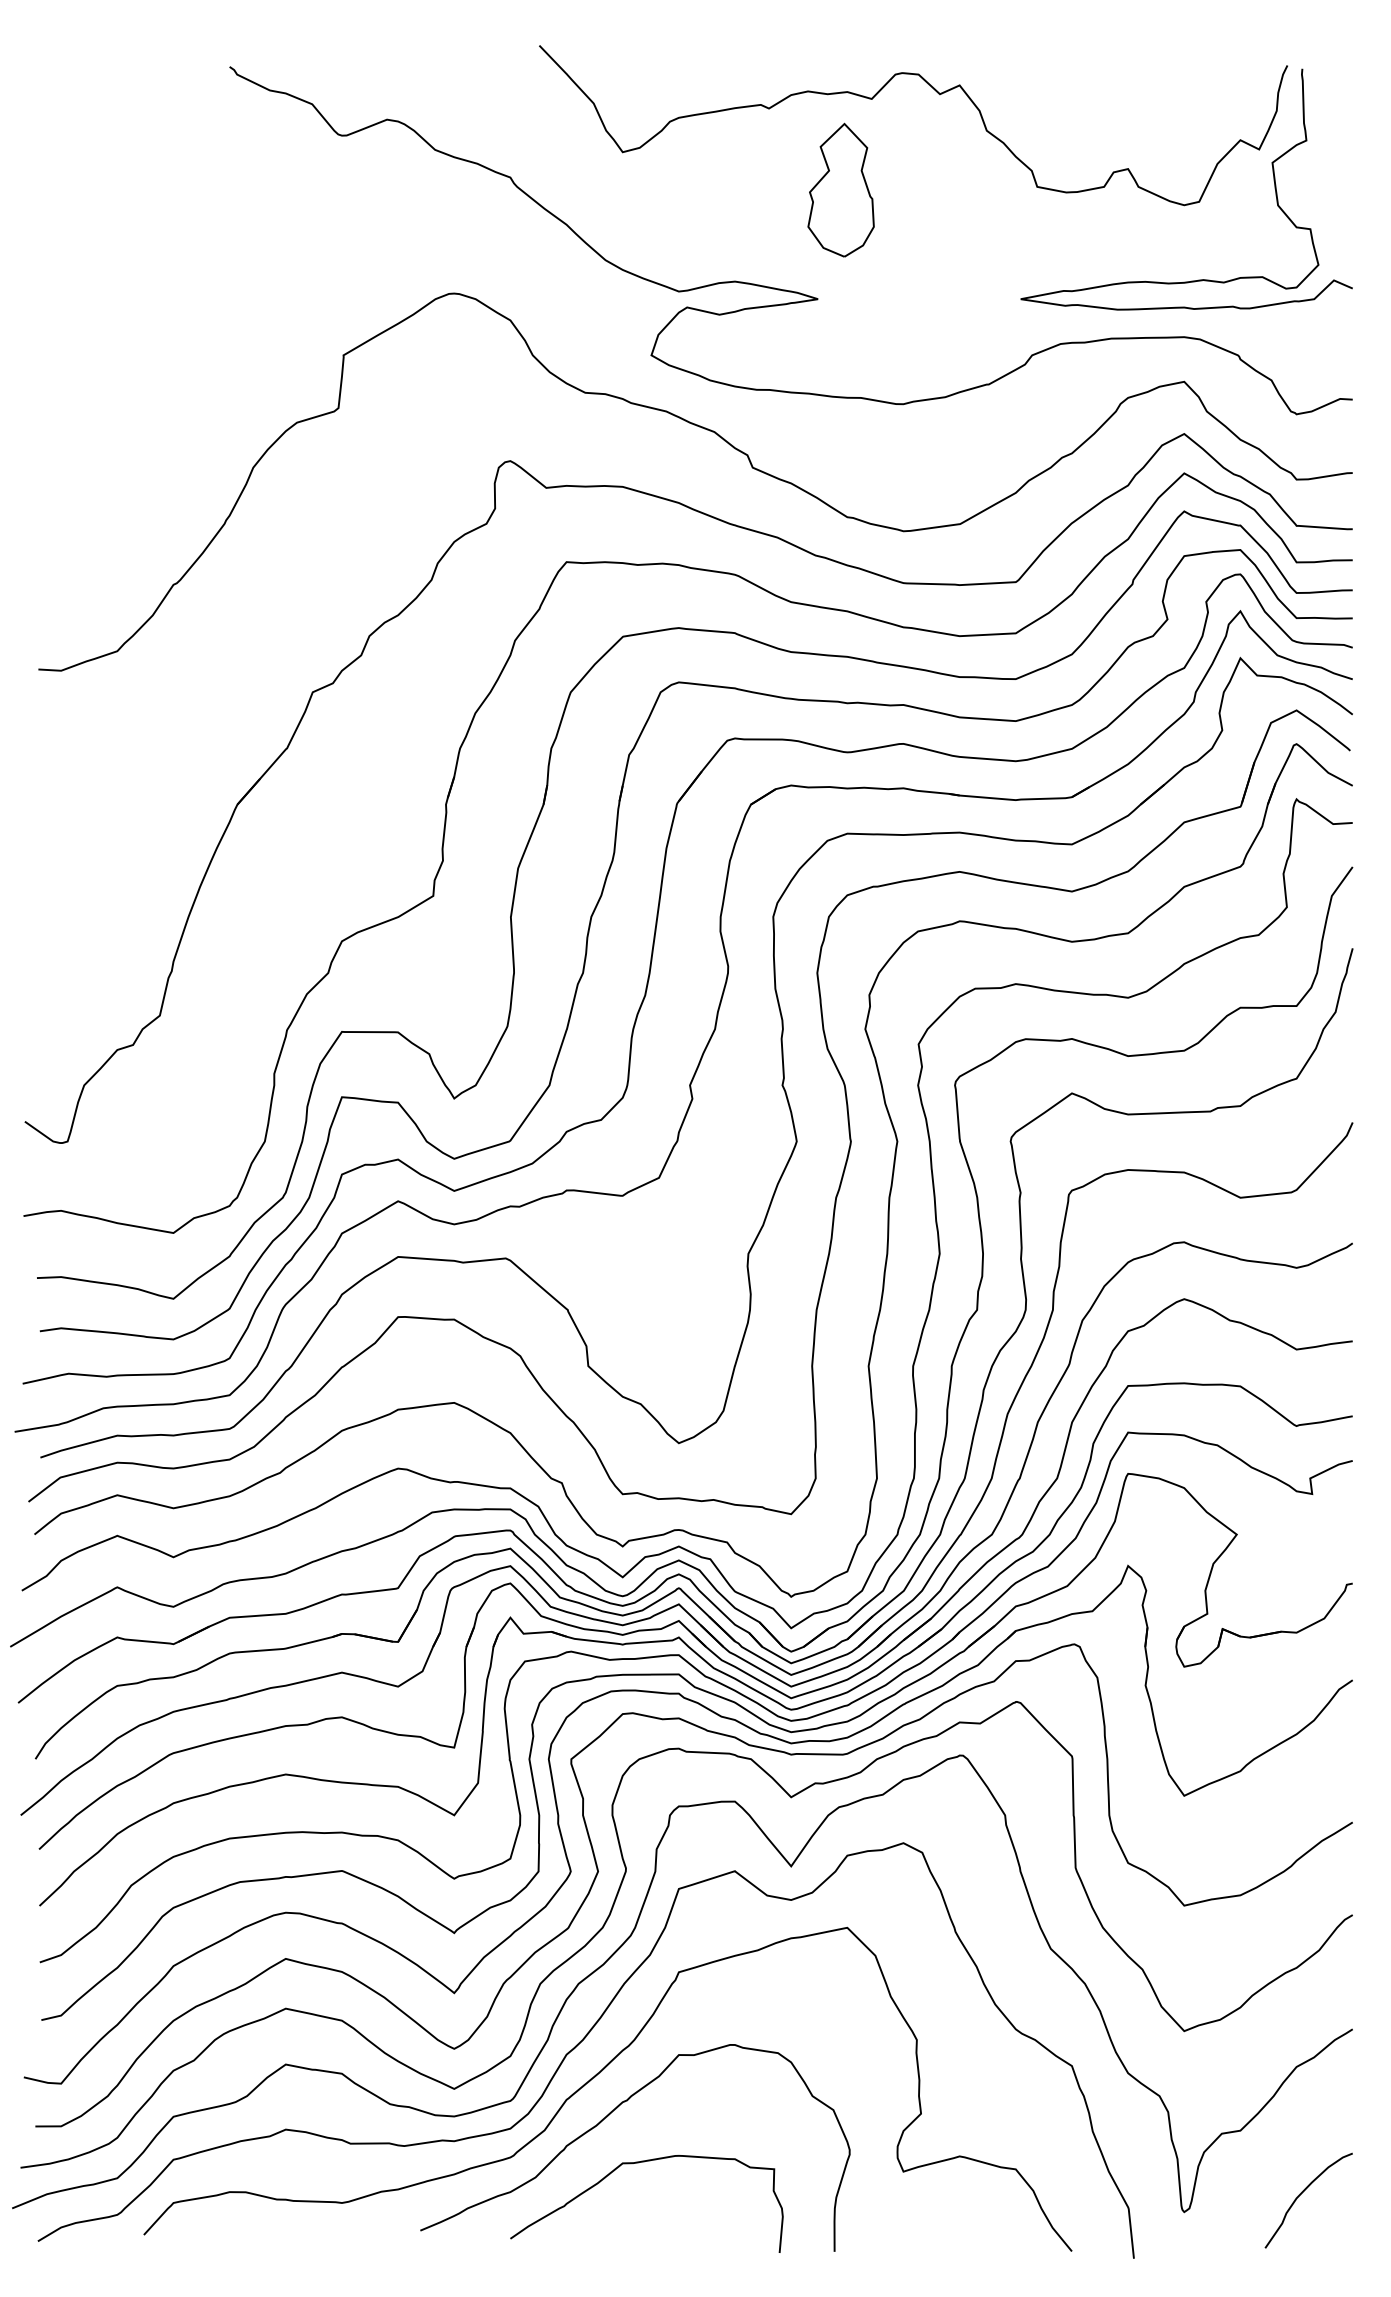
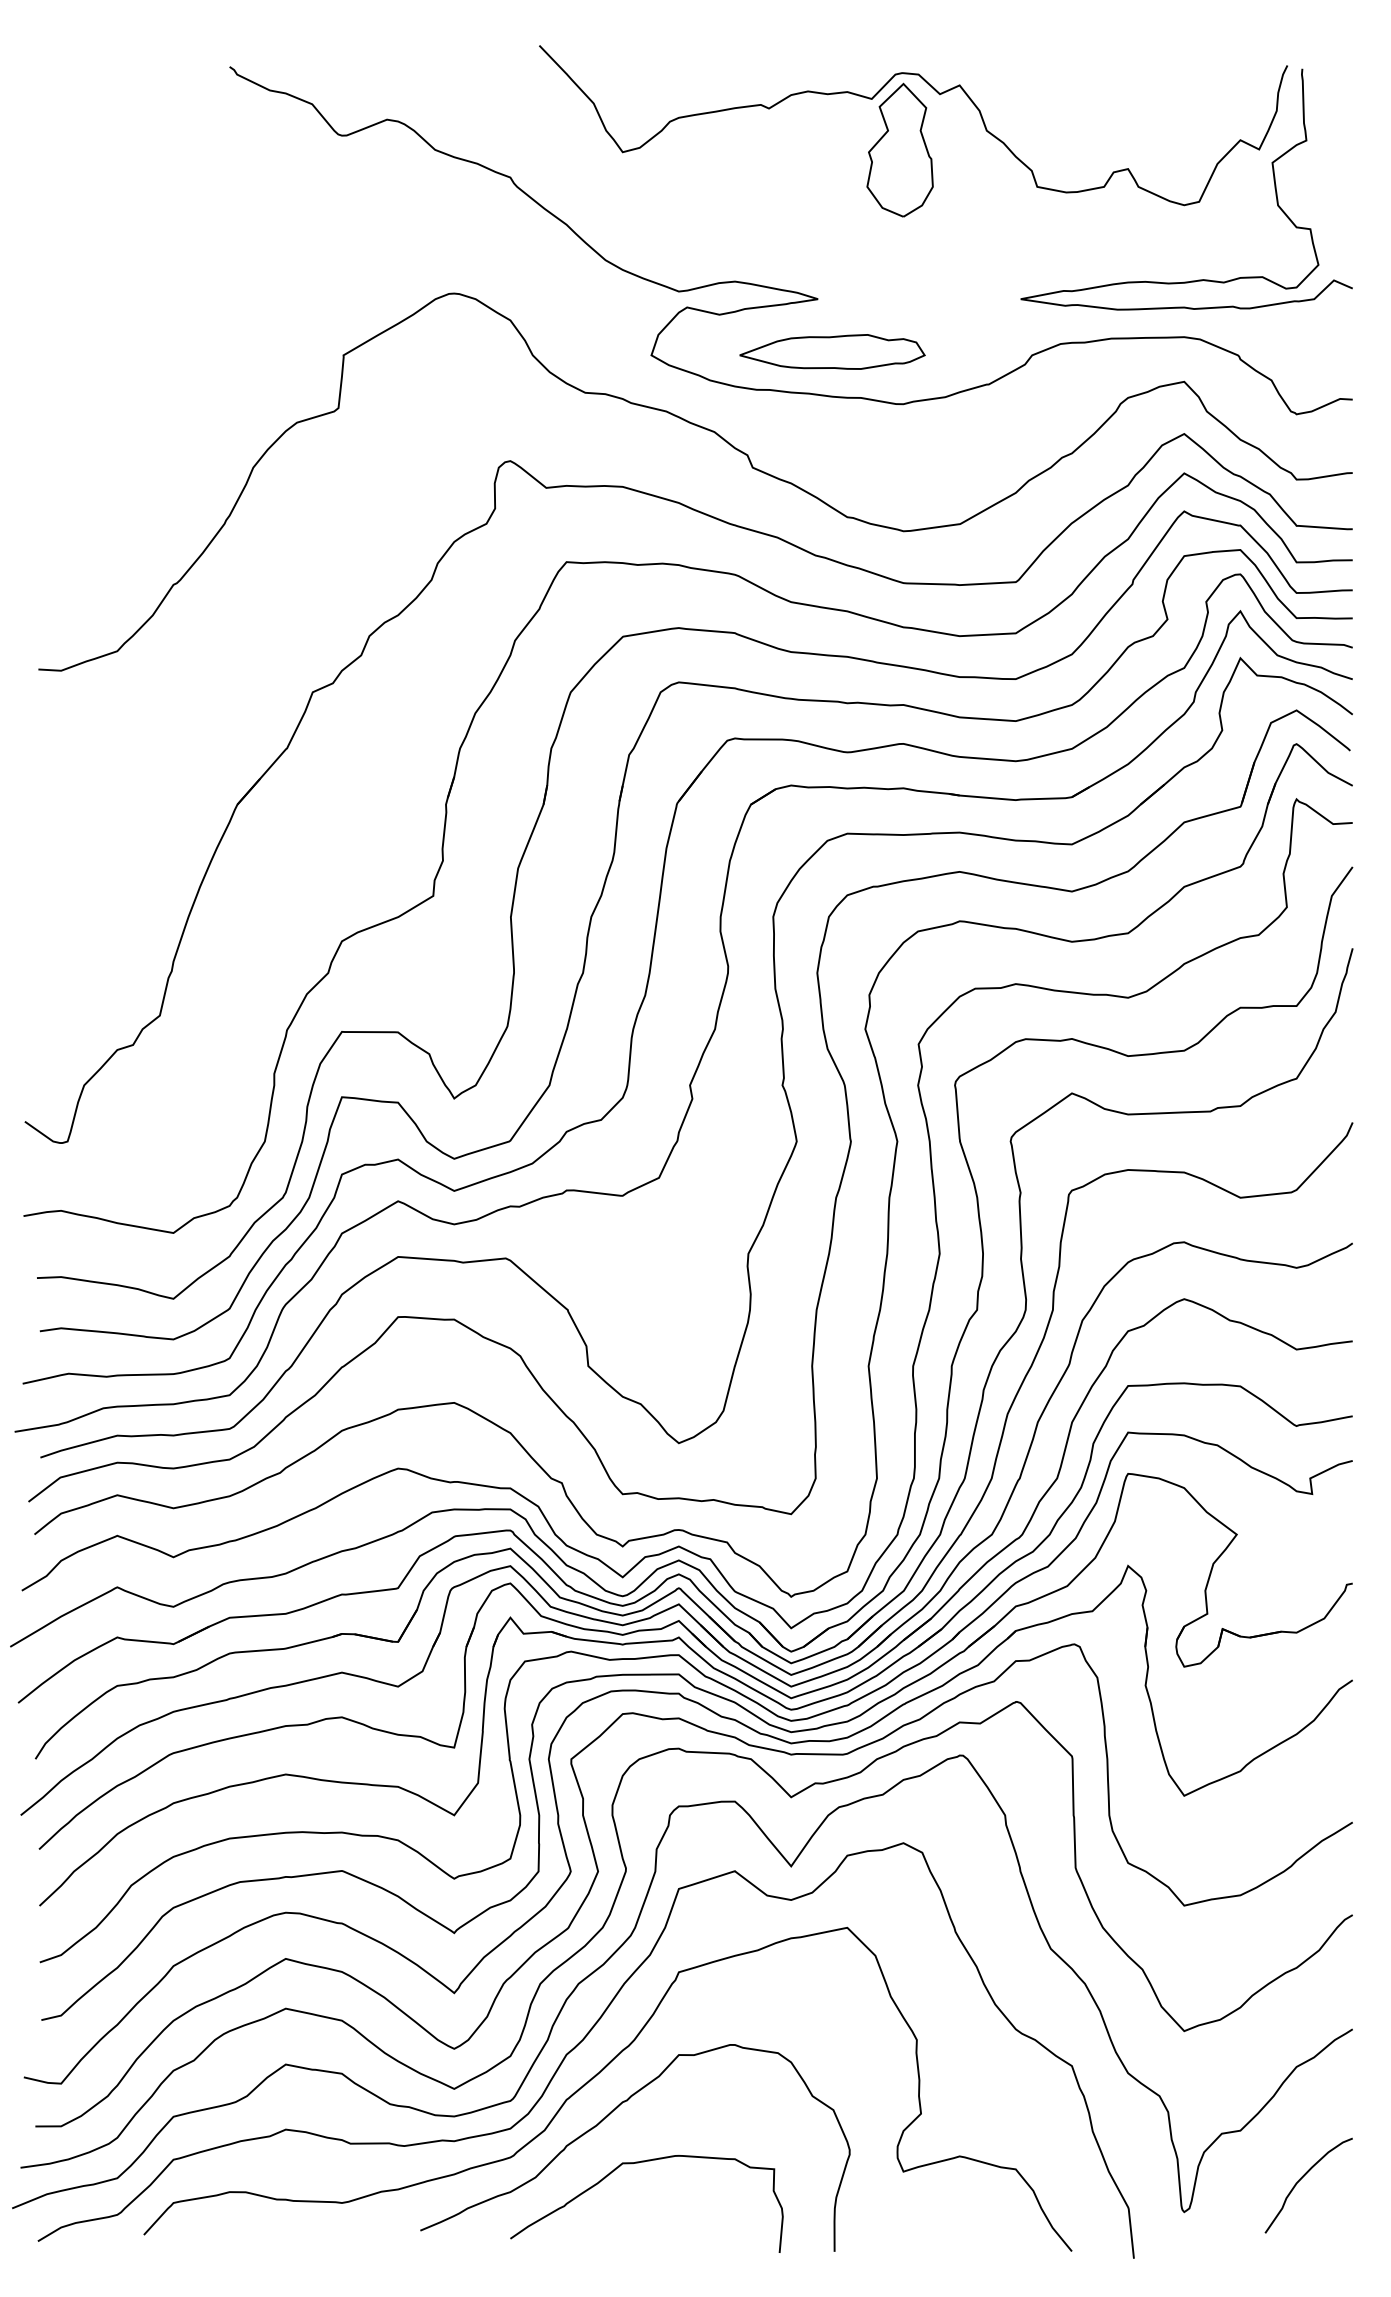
part at (840, 189) position: (840, 189) -> (899, 149)
part at (832, 351): none -> present
curve at (1302, 2193) position: (1302, 2193) -> (1302, 2178)
